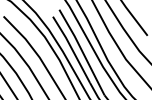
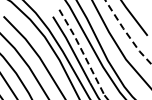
line at (127, 34): solid -> dashed
line at (82, 52): solid -> dashed
